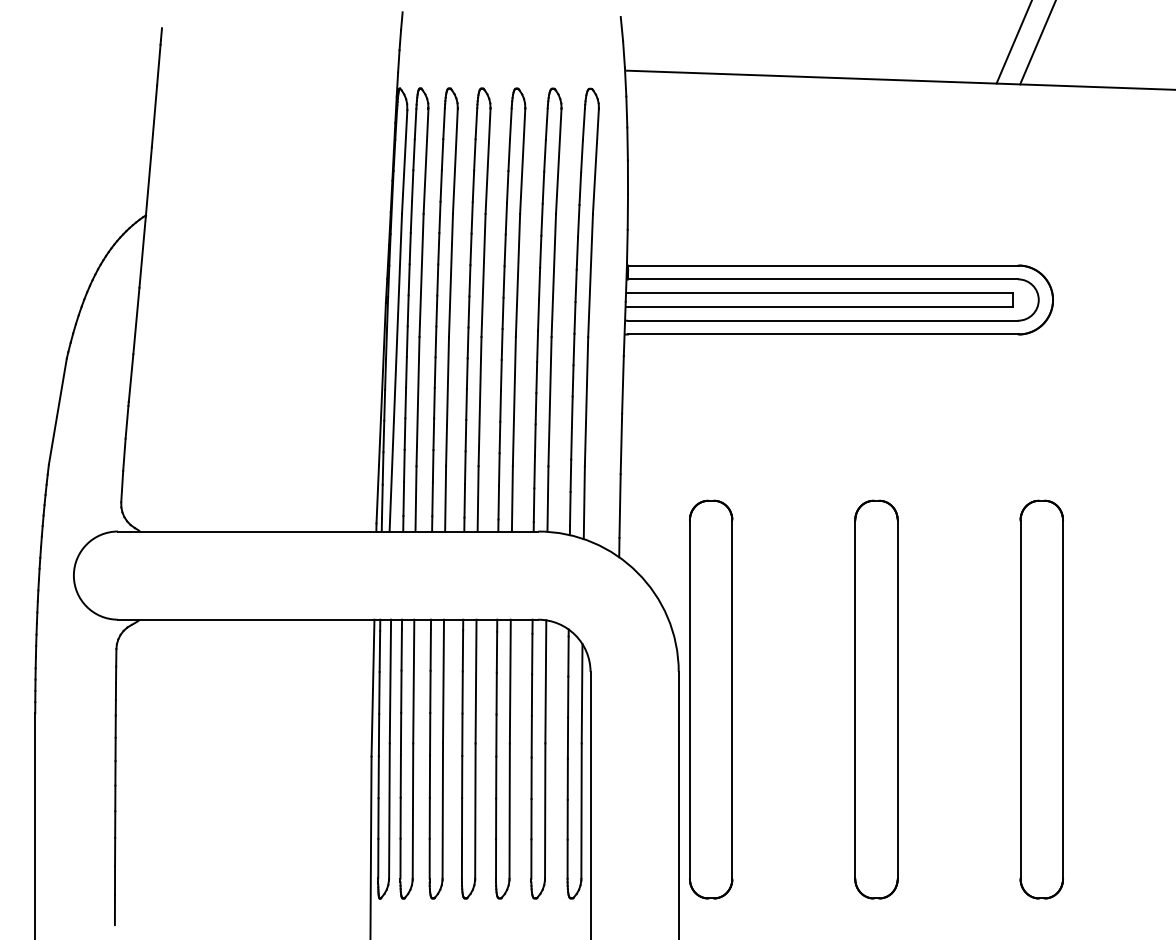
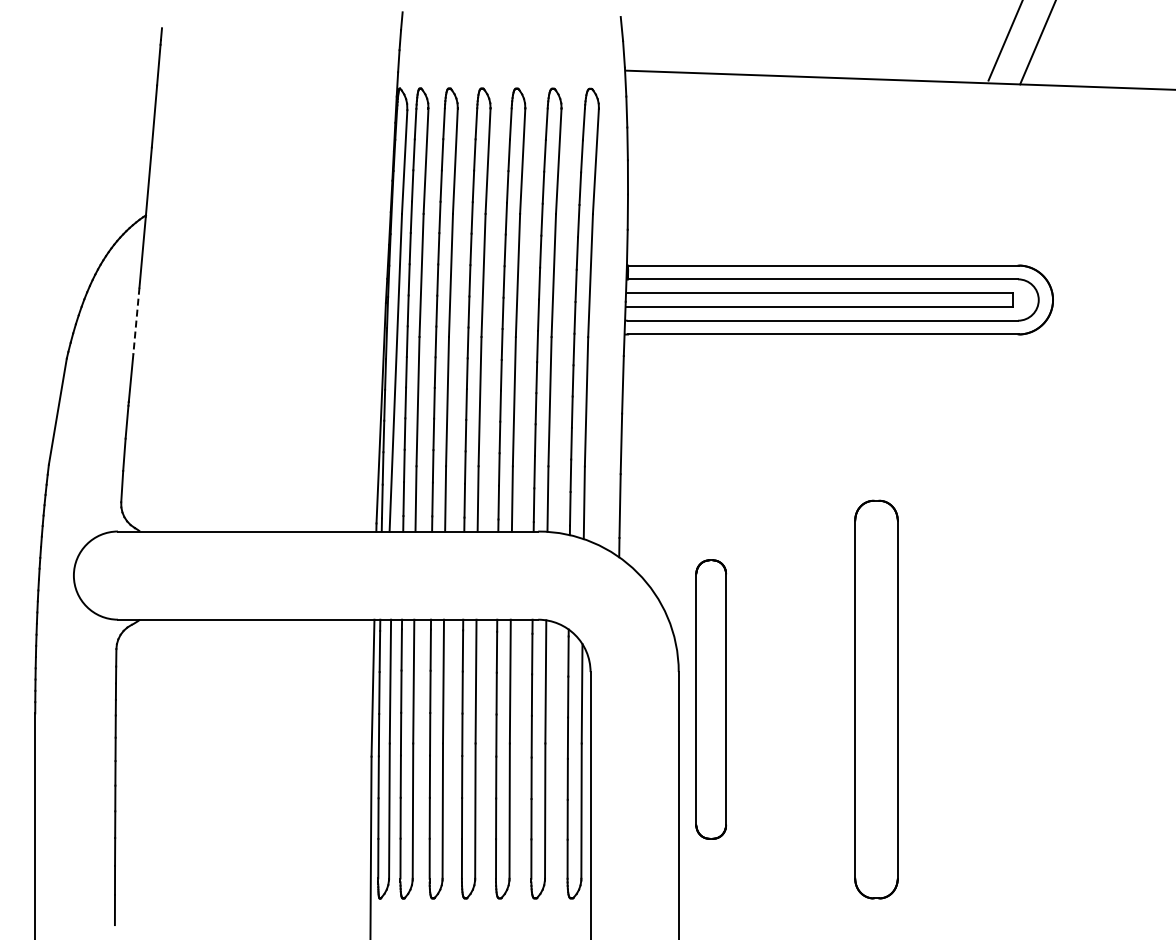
line at (1013, 42) position: (1013, 42) -> (1004, 41)
line at (136, 321): solid -> dashed
part at (711, 699) size: 45x401 px -> 33x281 px
part at (1041, 699): present -> none
